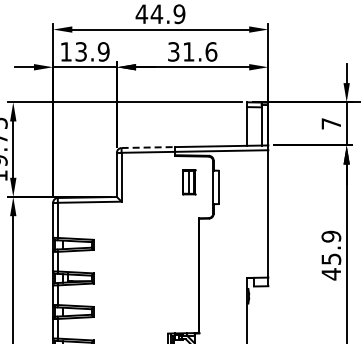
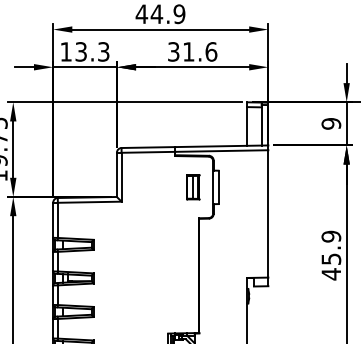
text at (103, 51): 13.9 -> 13.3
text at (331, 123): 7 -> 9
line at (148, 147): dashed -> solid
part at (189, 182) position: (189, 182) -> (193, 187)
